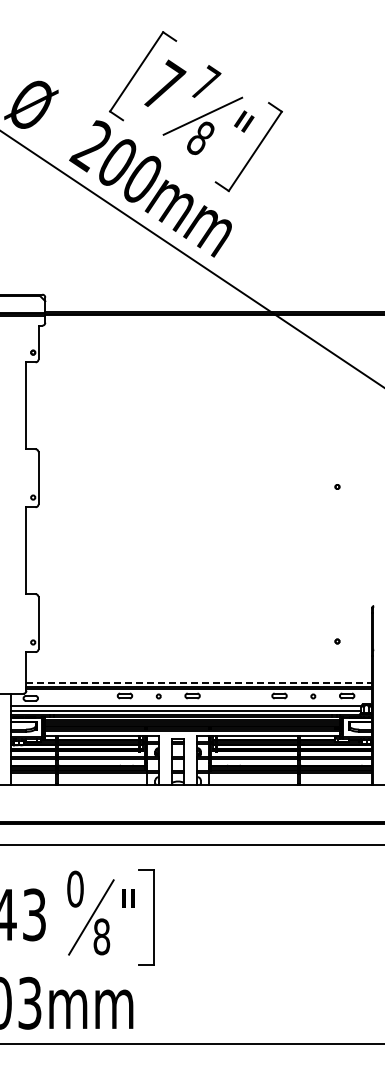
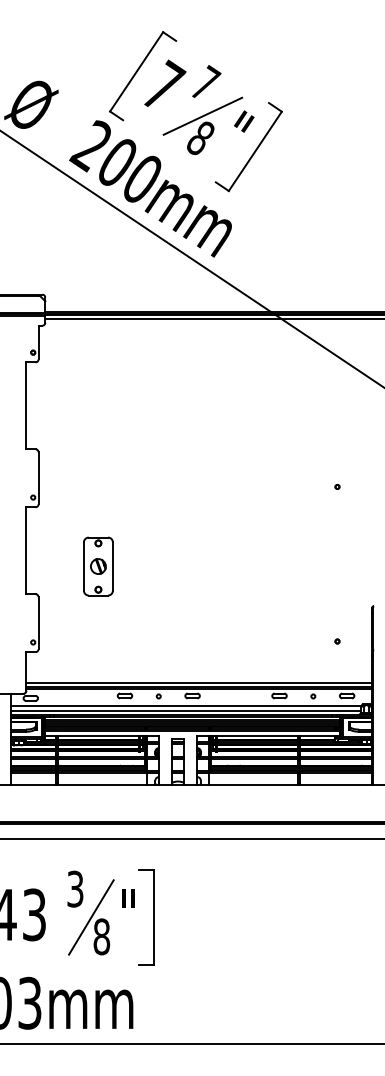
line at (213, 319): none -> present
part at (98, 566): none -> present
line at (199, 682): dashed -> solid
line at (191, 844) position: (191, 844) -> (191, 838)
text at (75, 888): 0 -> 3
